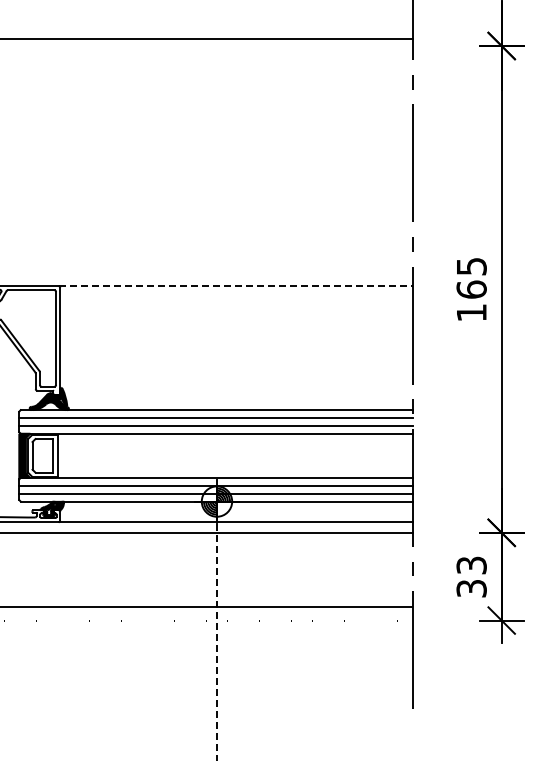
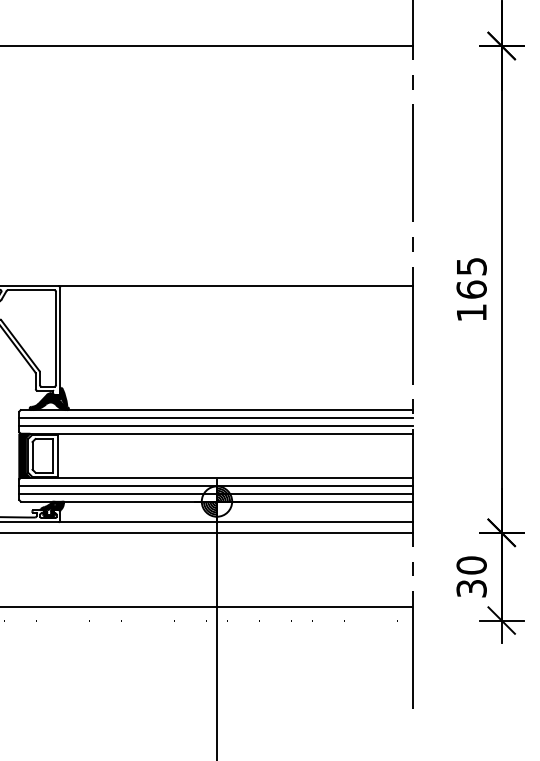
line at (207, 38) position: (207, 38) -> (207, 45)
line at (235, 286): dashed -> solid
text at (471, 565): 33 -> 30
line at (216, 631): dashed -> solid
